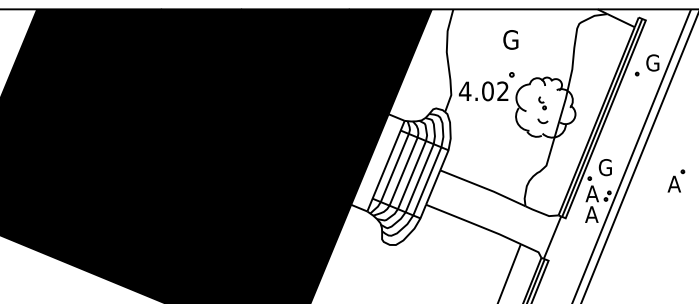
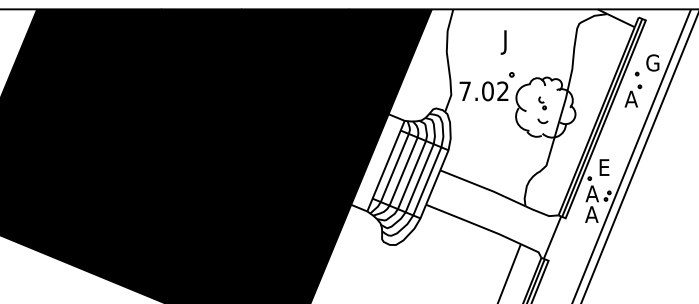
text at (509, 42): G -> J
text at (464, 90): 4.02 -> 7.02
text at (604, 167): G -> E
part at (676, 180) position: (676, 180) -> (633, 95)
